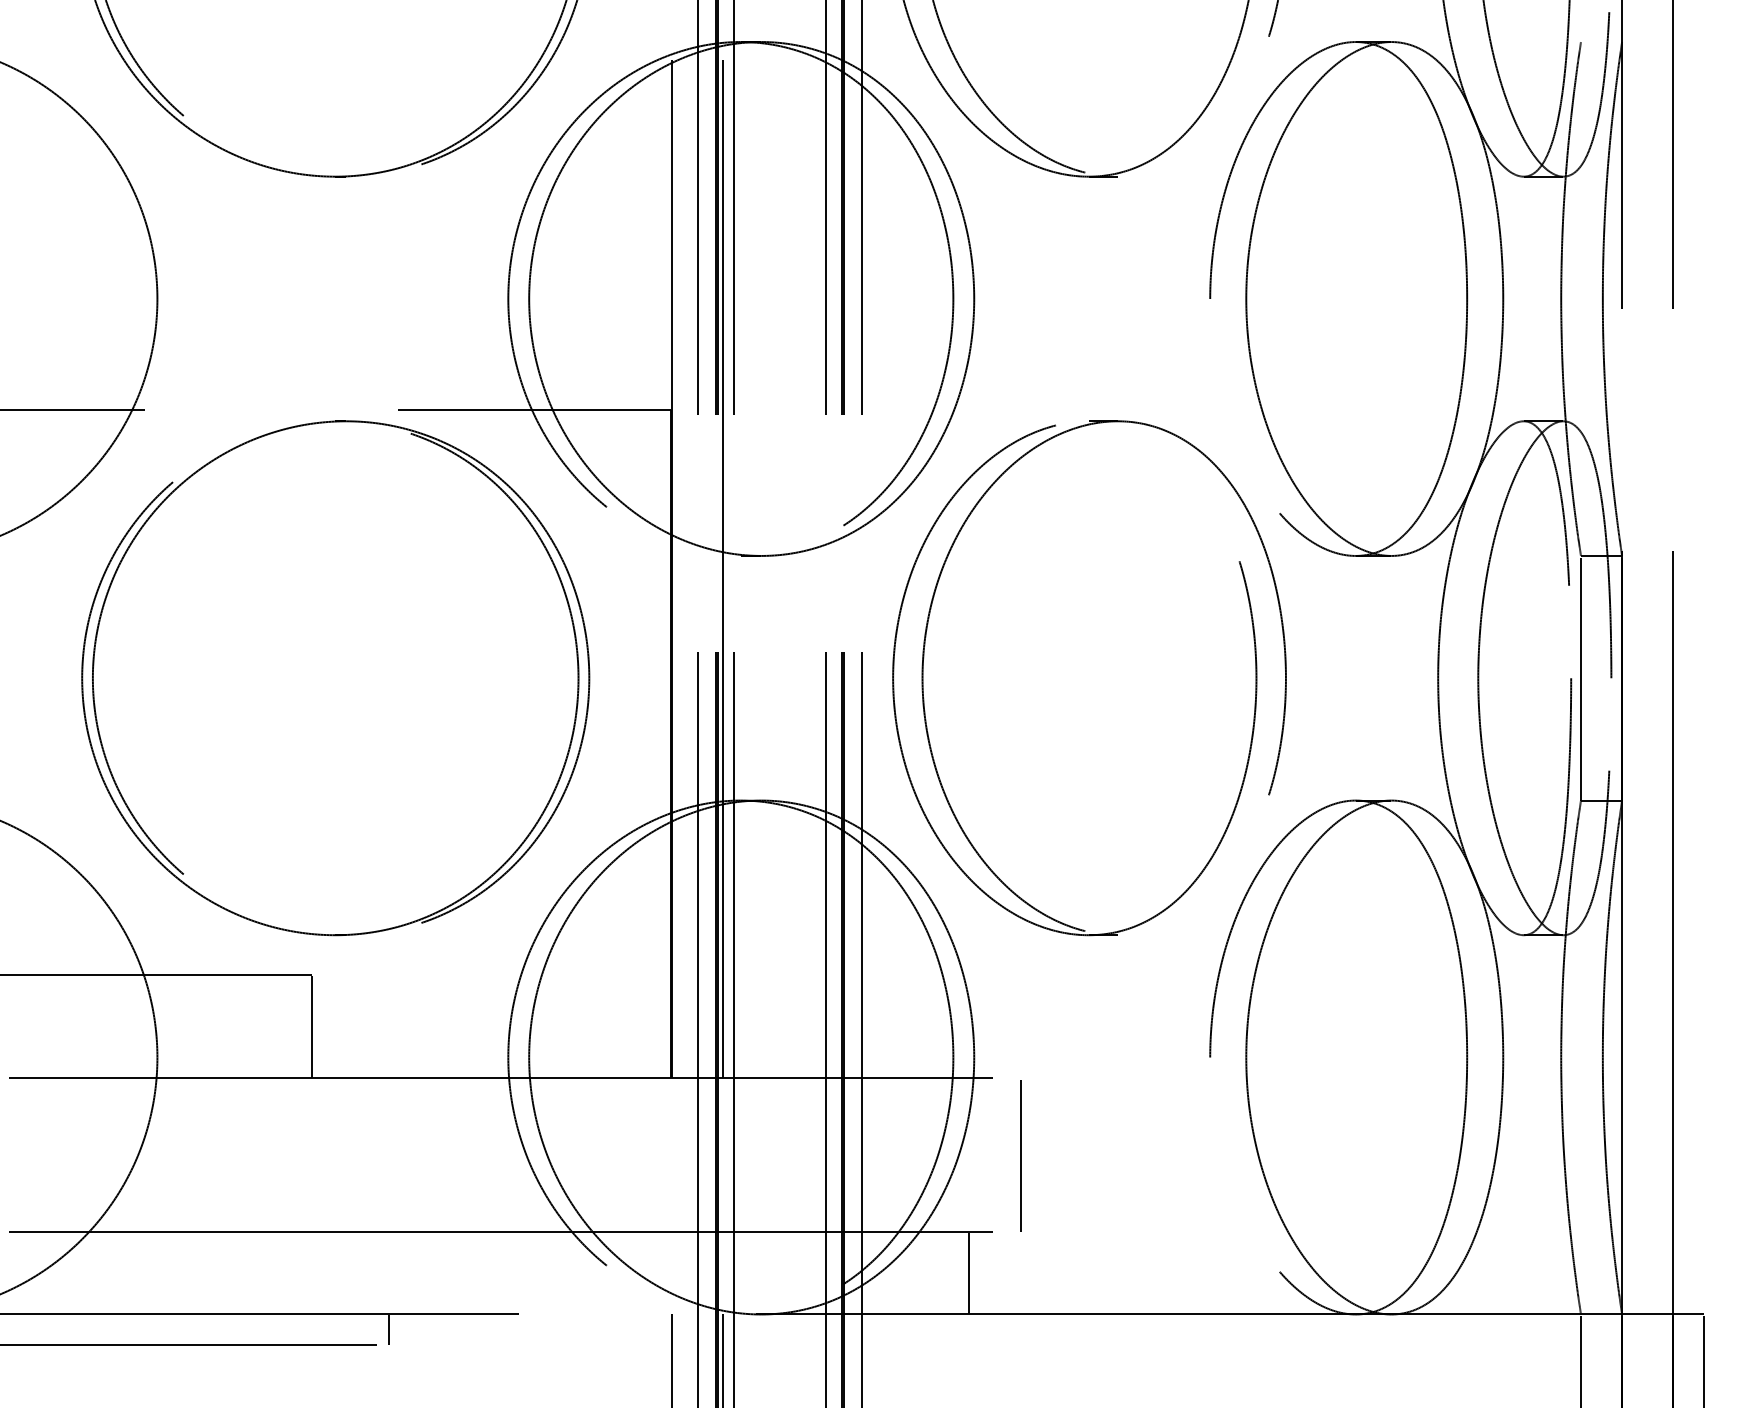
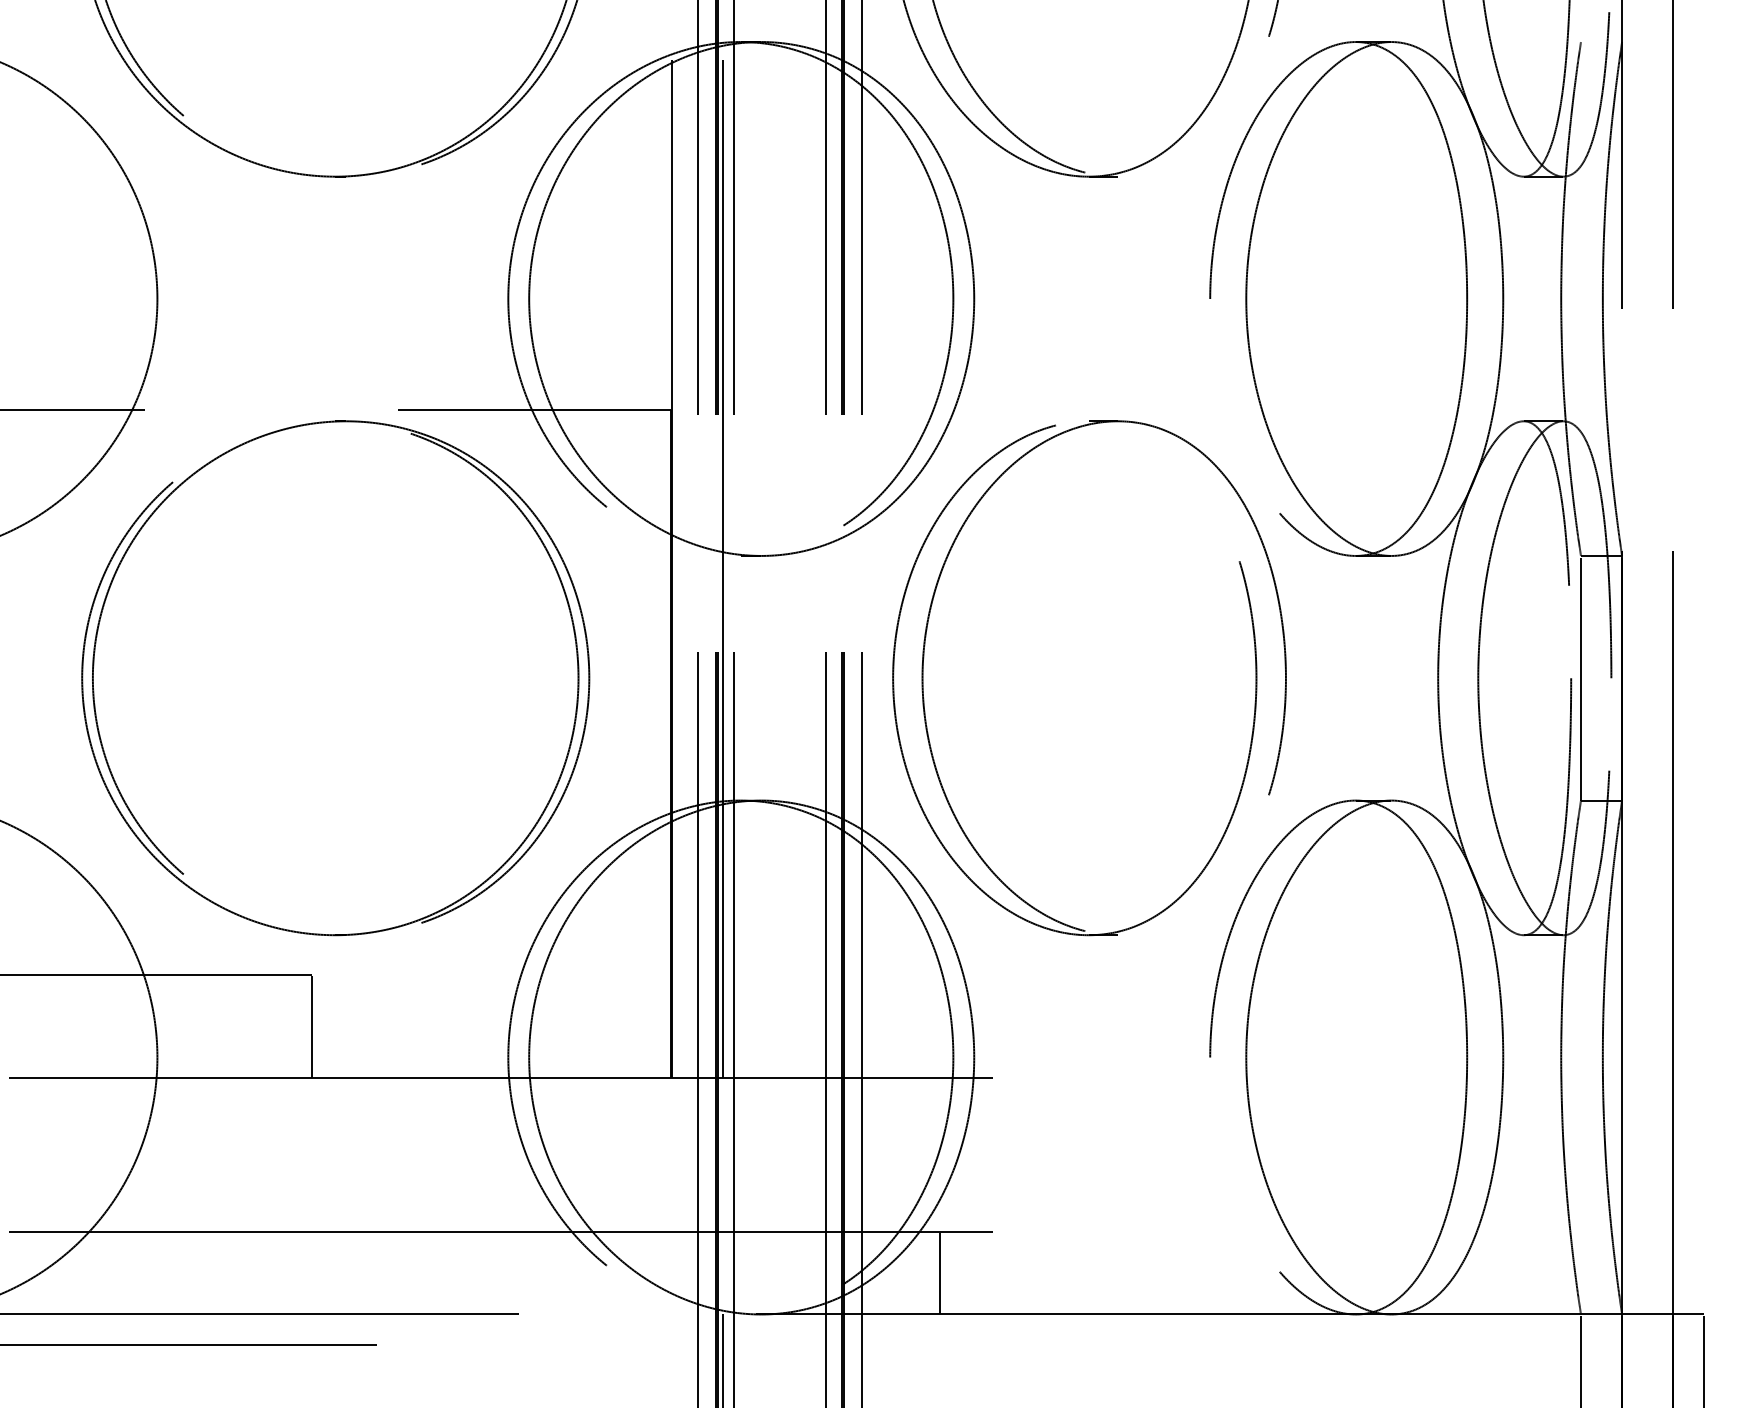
line at (1020, 1155): present -> none
line at (969, 1273) position: (969, 1273) -> (940, 1273)
line at (388, 1329): present -> none
line at (672, 1359): present -> none
